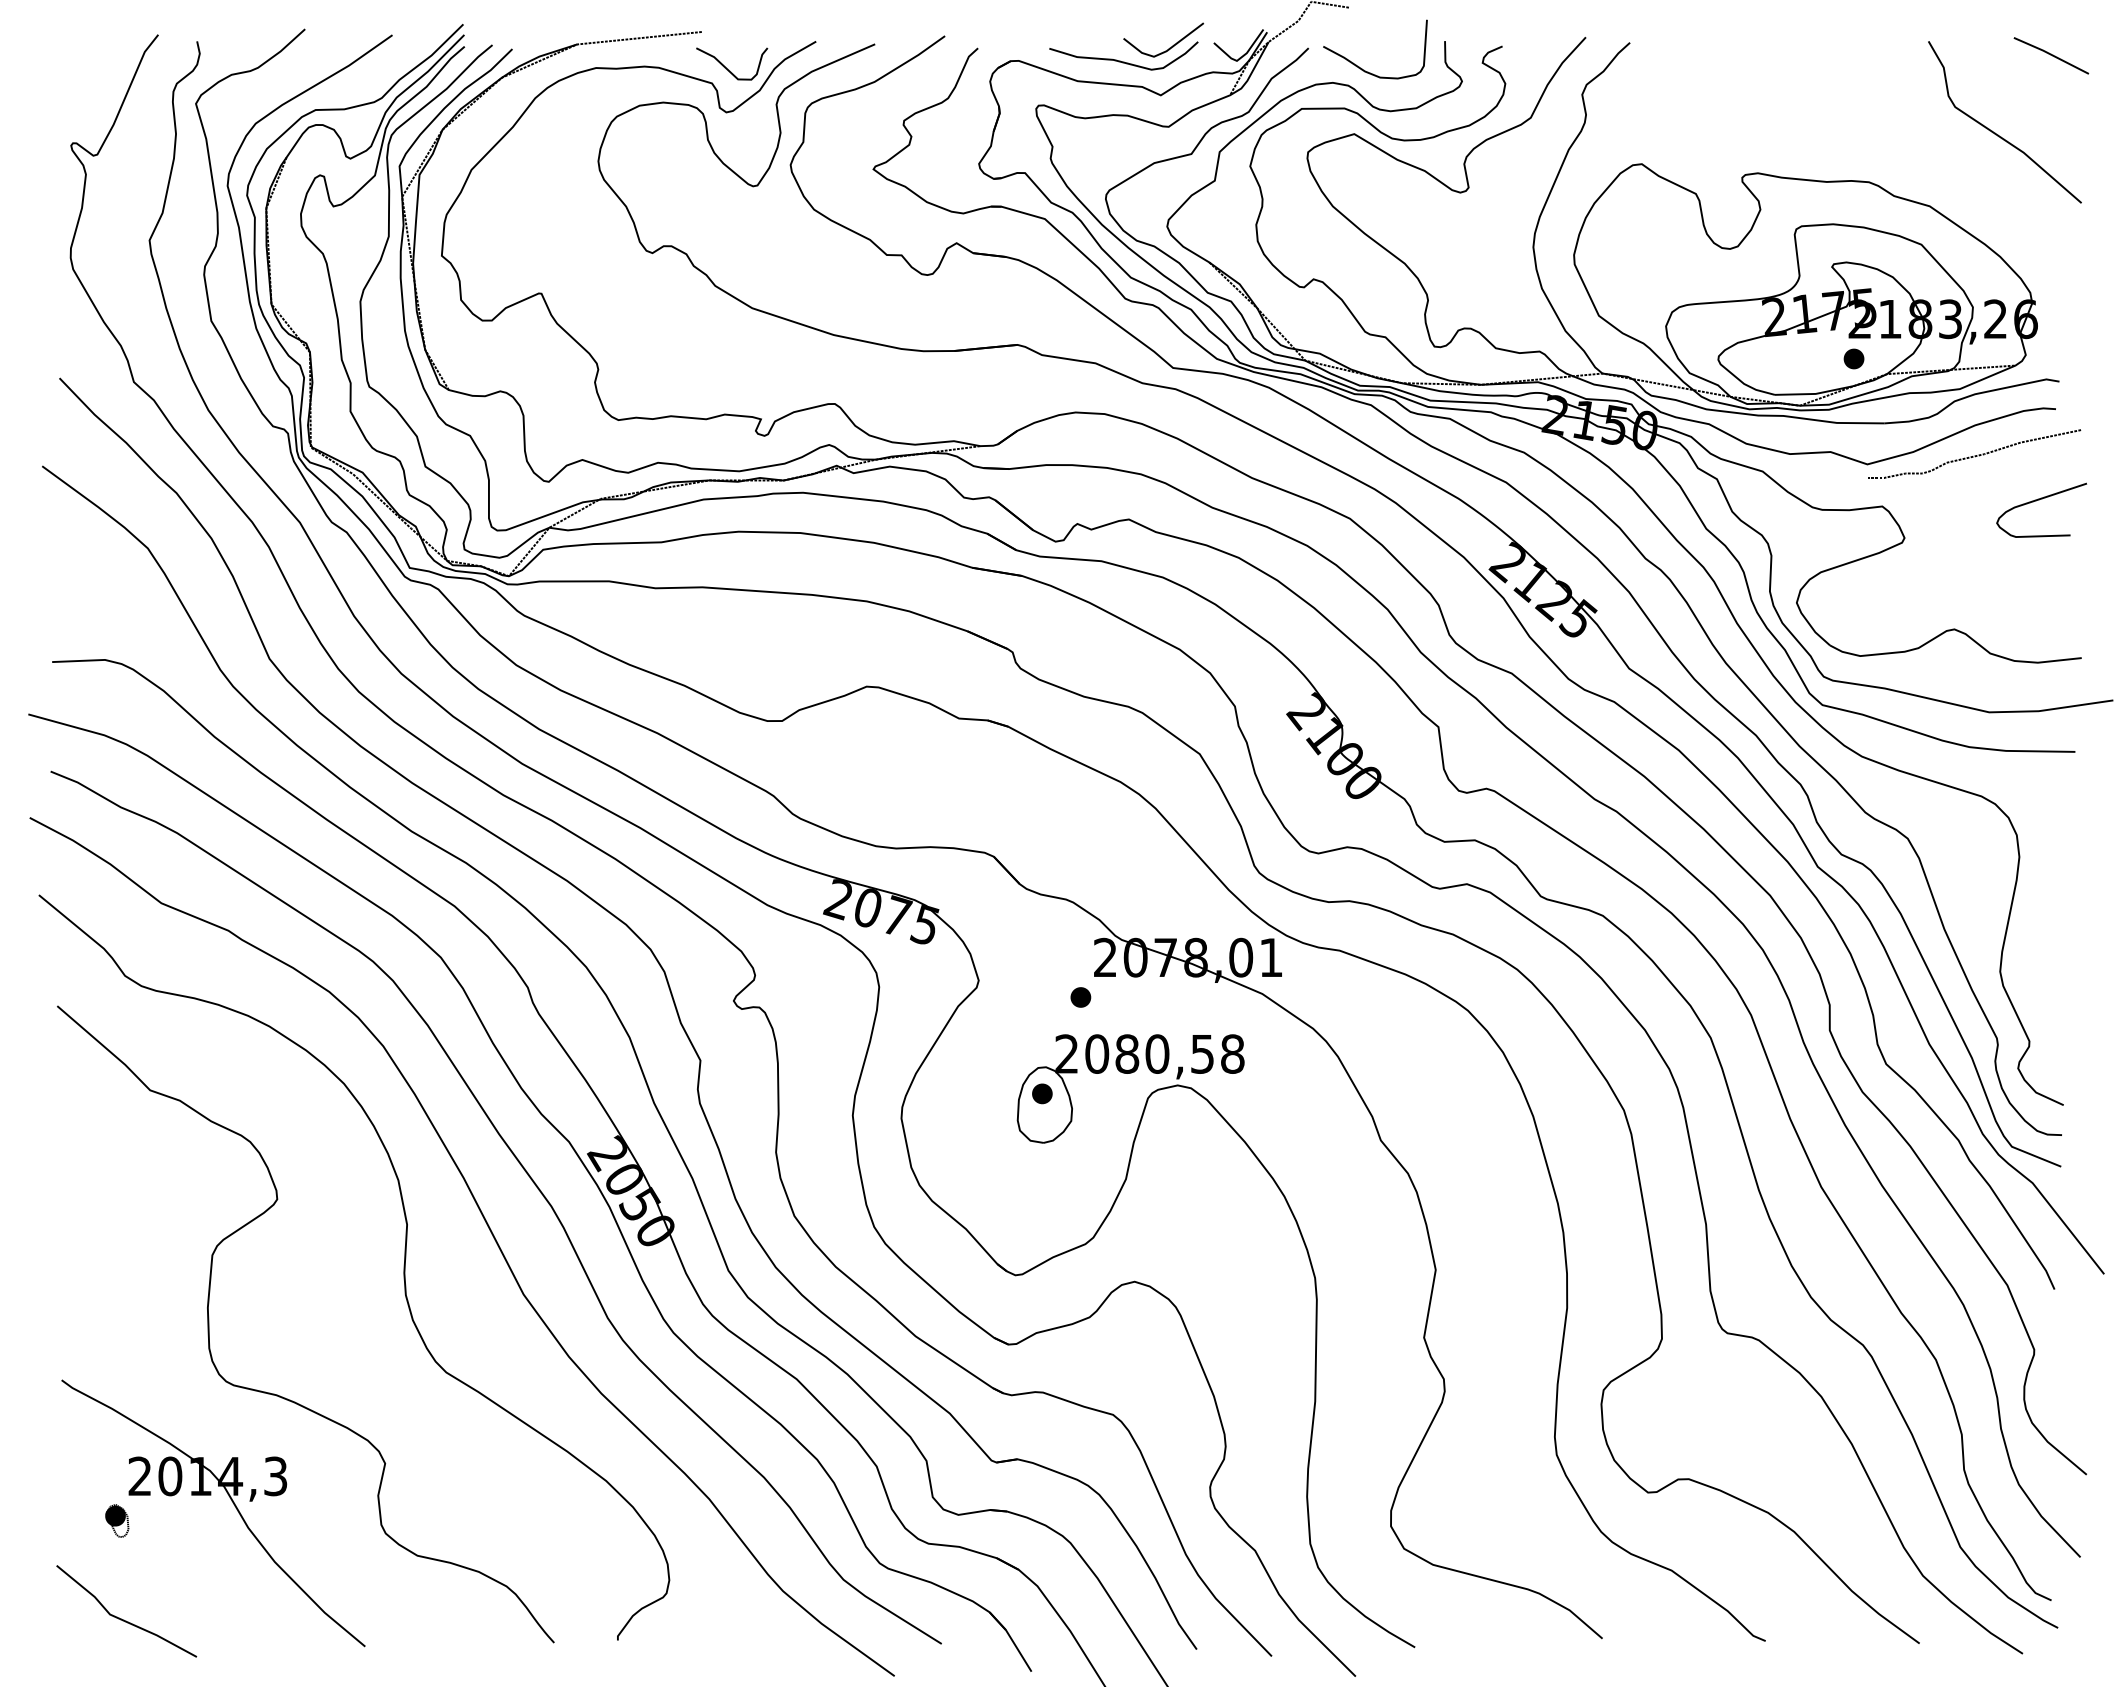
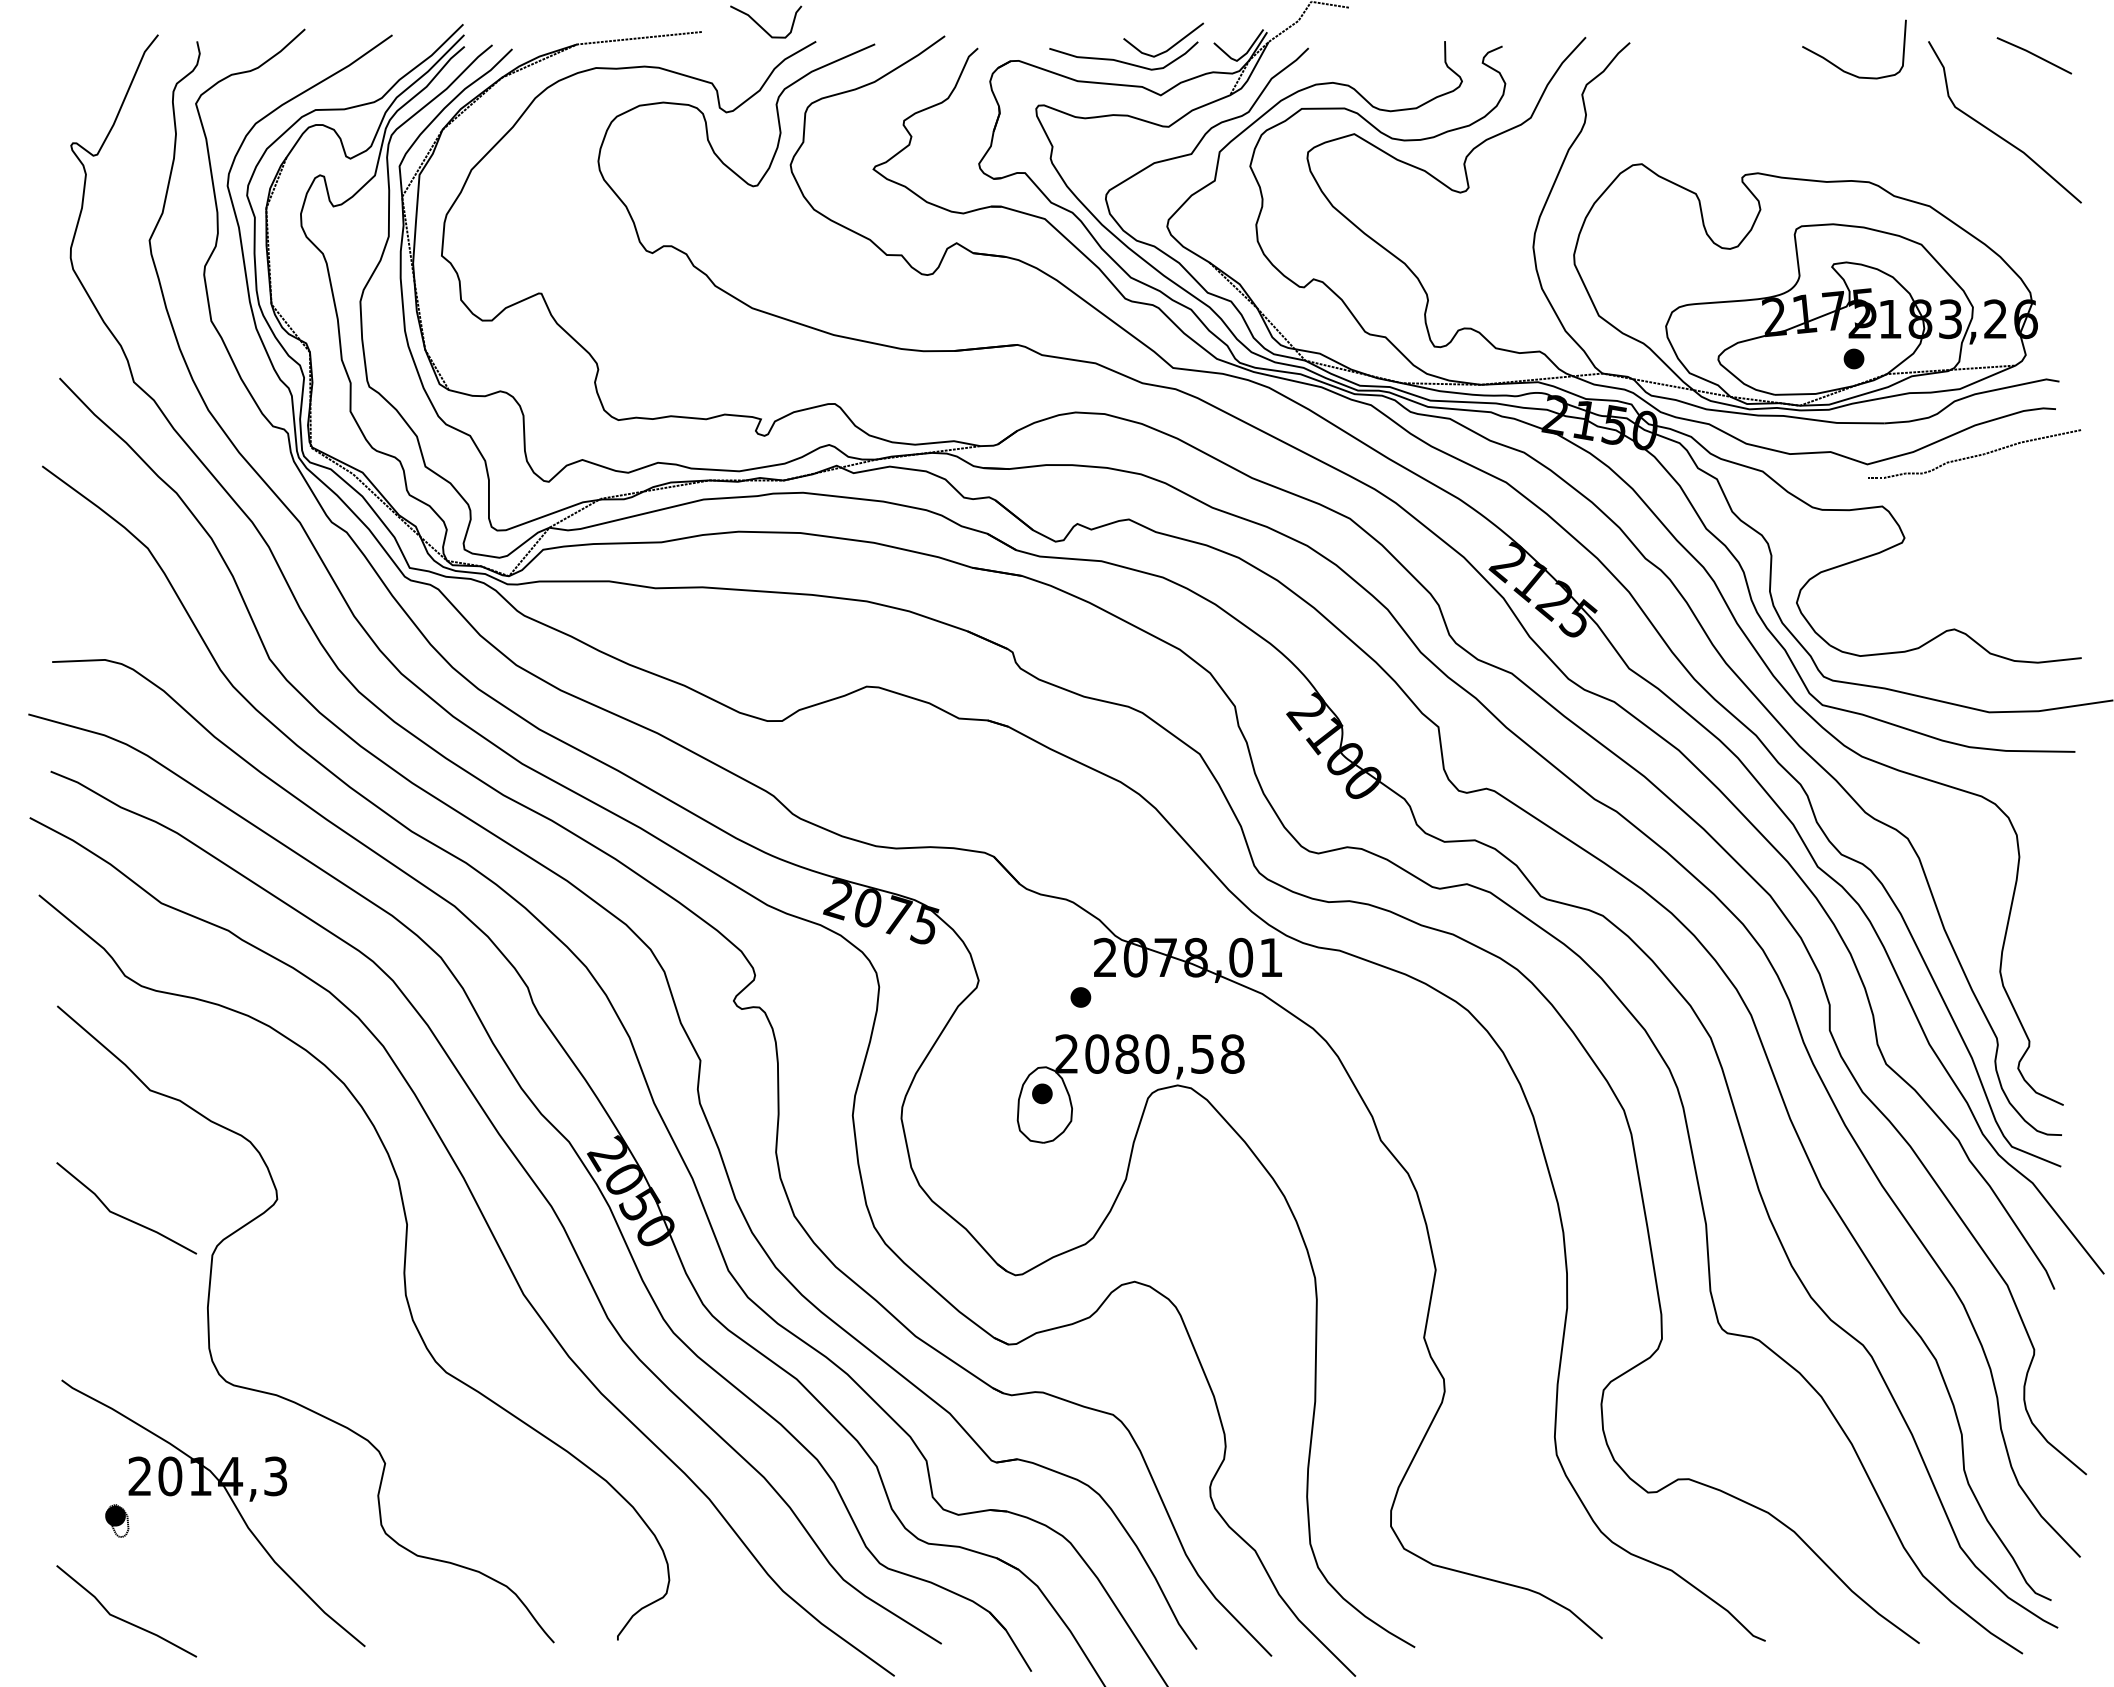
line at (2051, 55) position: (2051, 55) -> (2034, 55)
curve at (727, 68) position: (727, 68) -> (761, 26)
curve at (1362, 68) position: (1362, 68) -> (1841, 68)
curve at (2039, 500): present -> none
line at (123, 1216): none -> present
